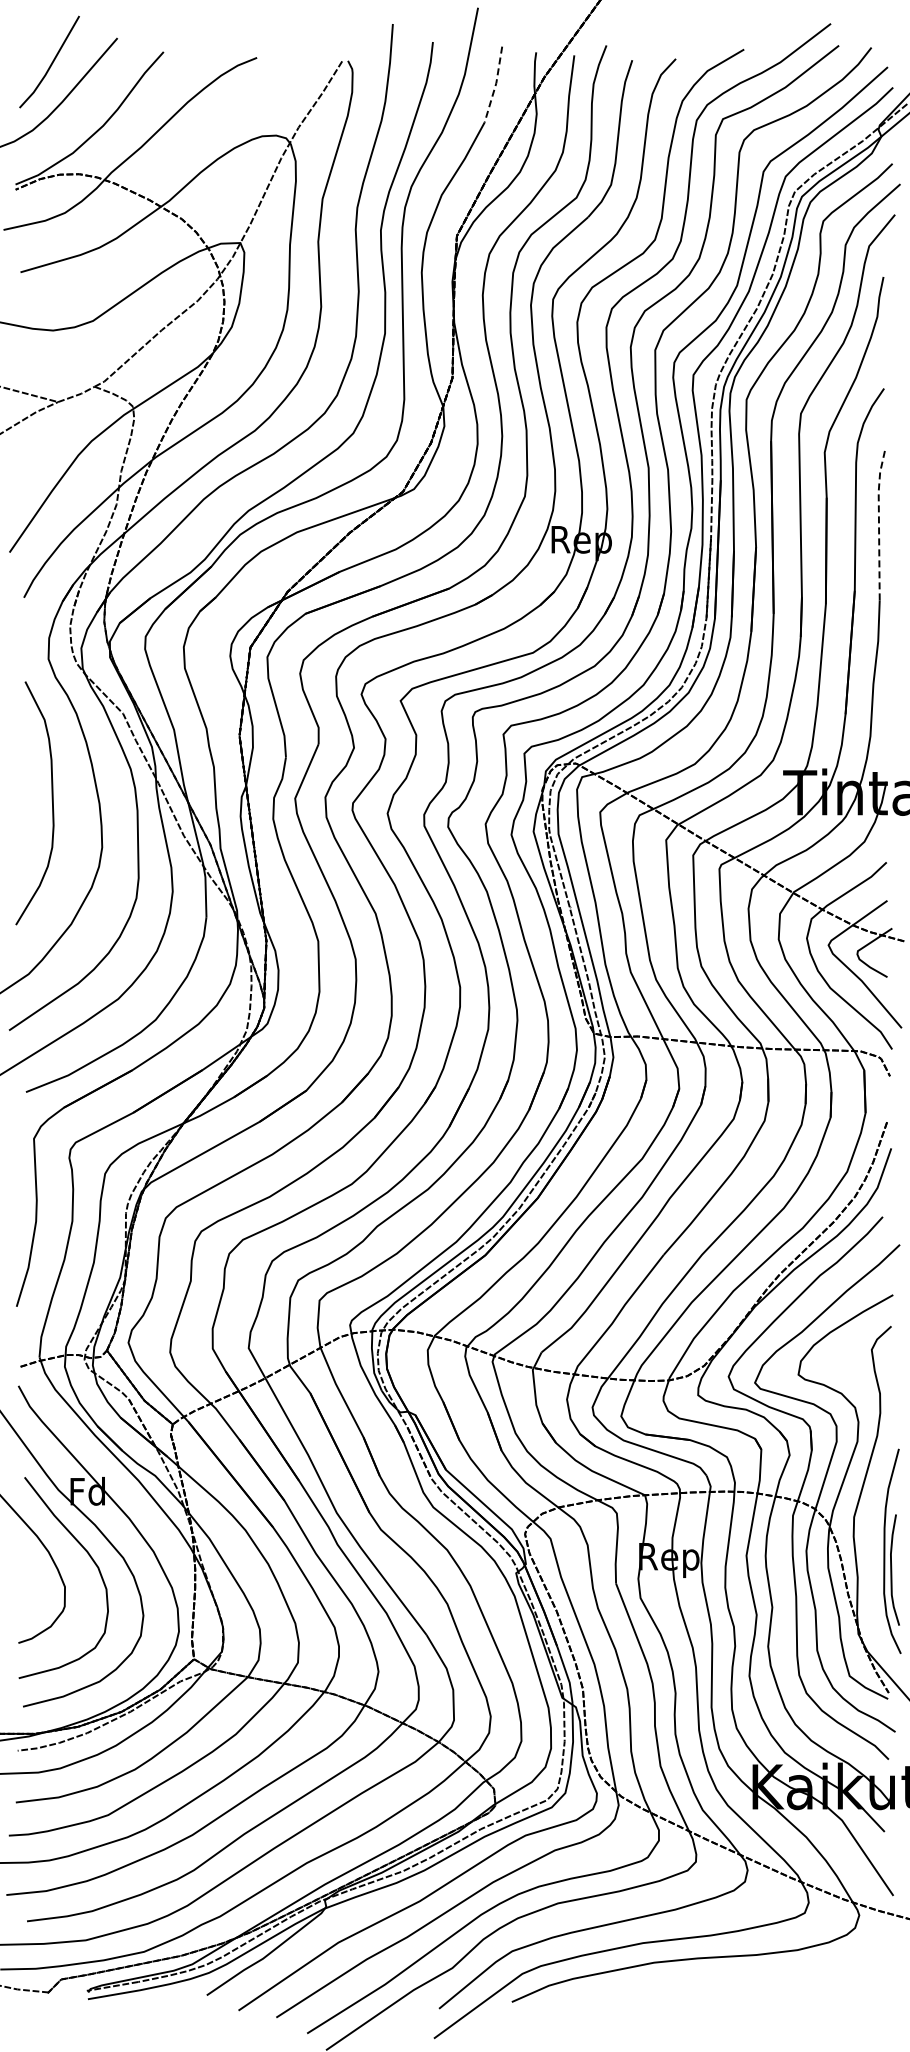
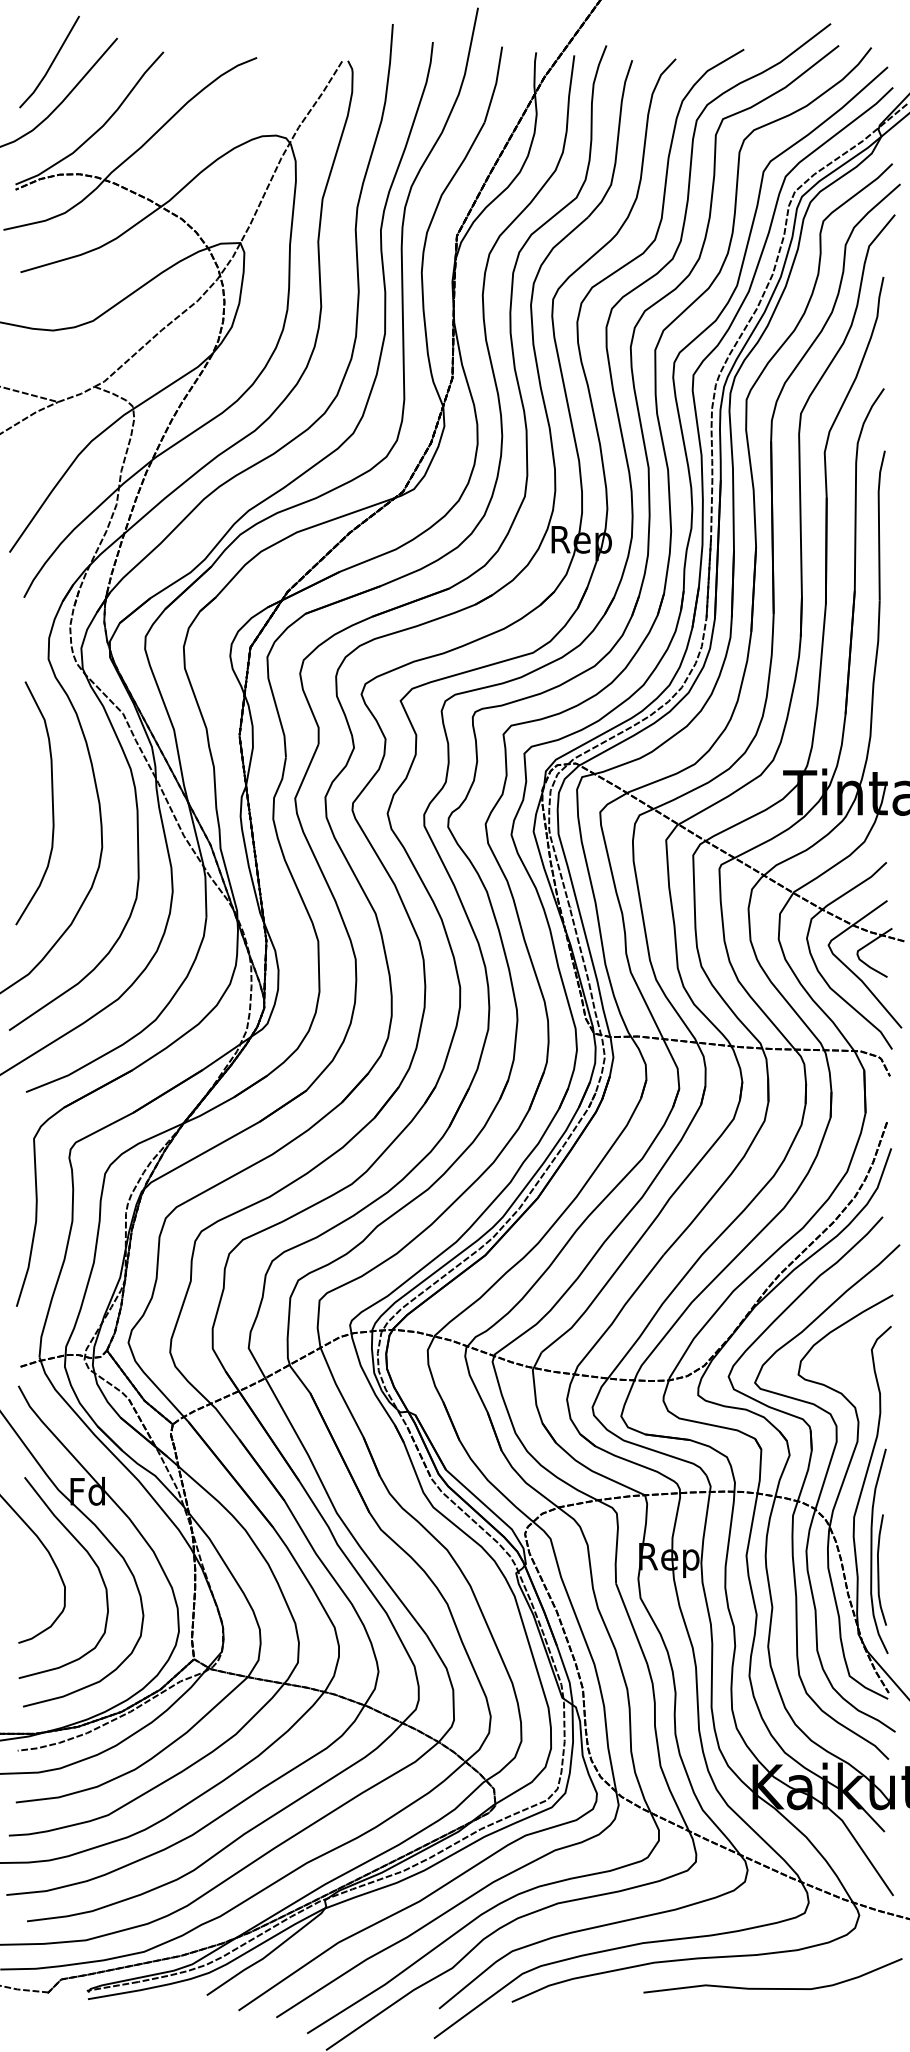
line at (496, 84): dashed -> solid
line at (878, 523): dashed -> solid
part at (892, 1550) position: (892, 1550) -> (879, 1550)
curve at (772, 1988): none -> present
